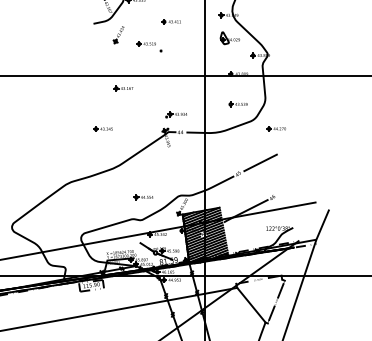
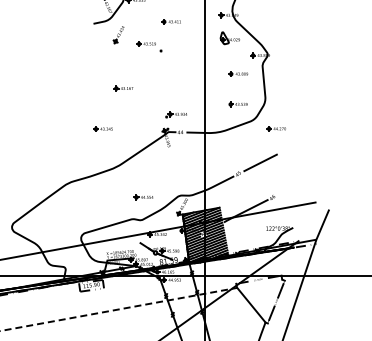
line at (185, 76): present -> none
line at (119, 309): solid -> dashed
